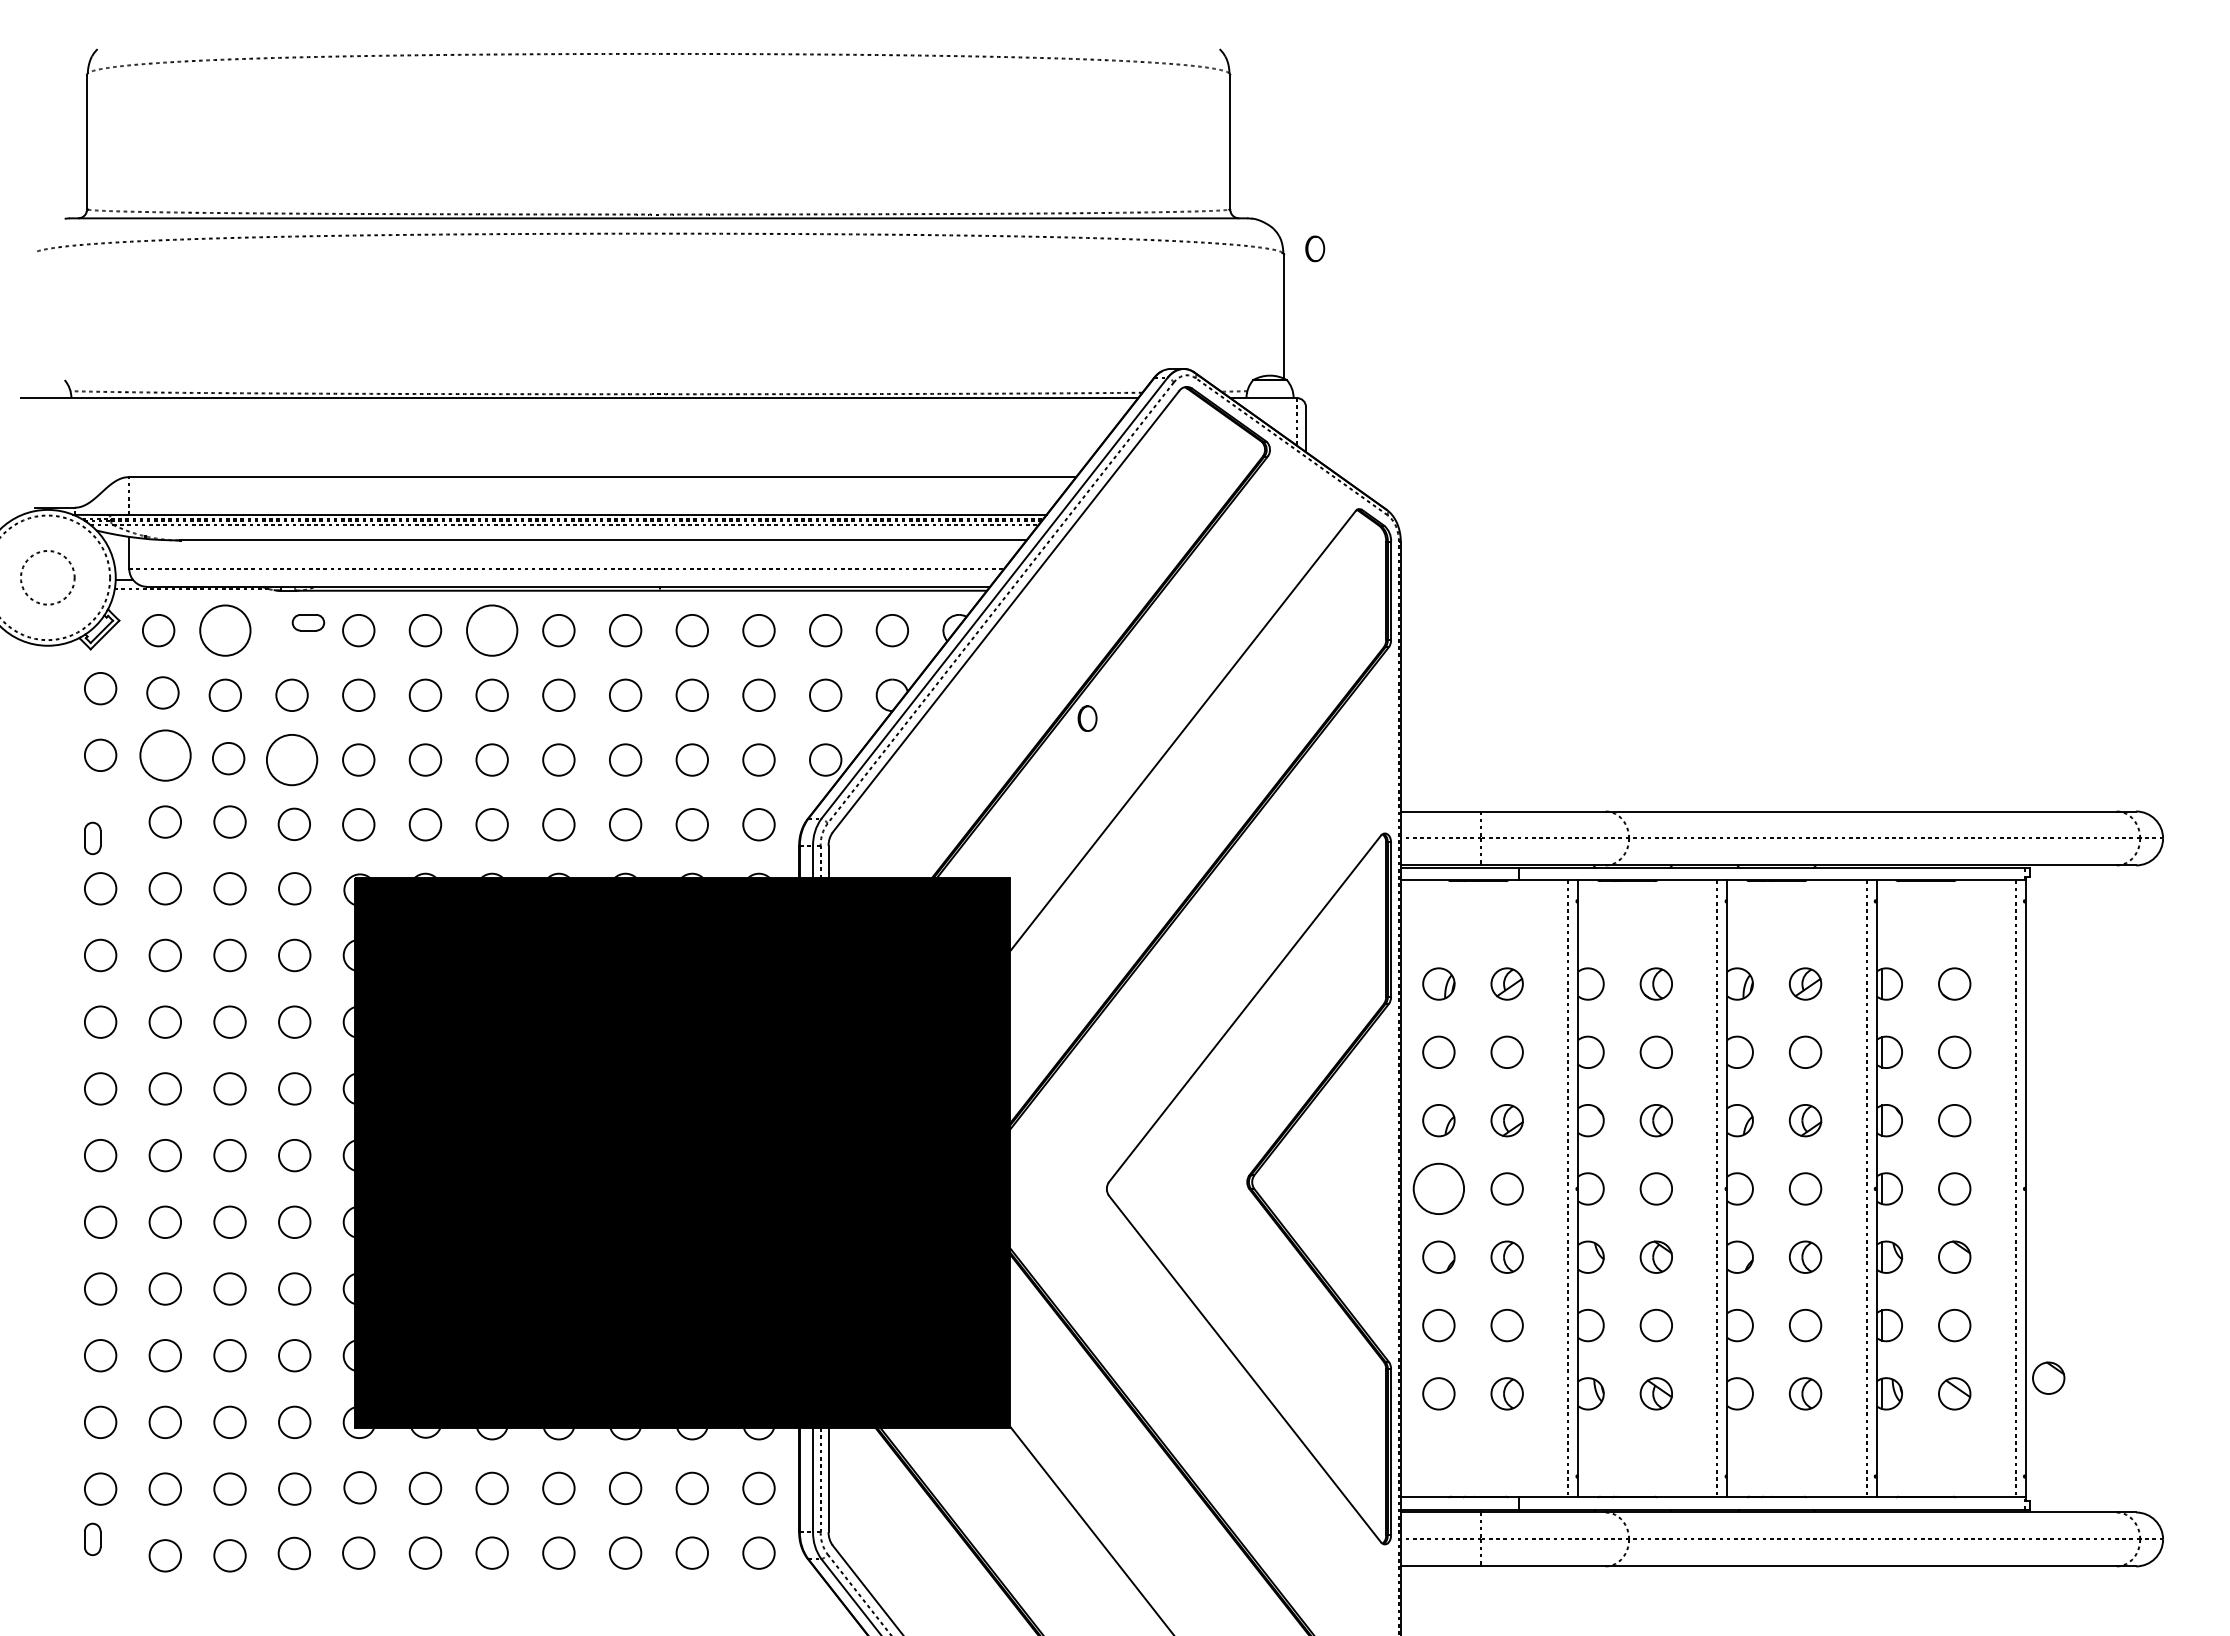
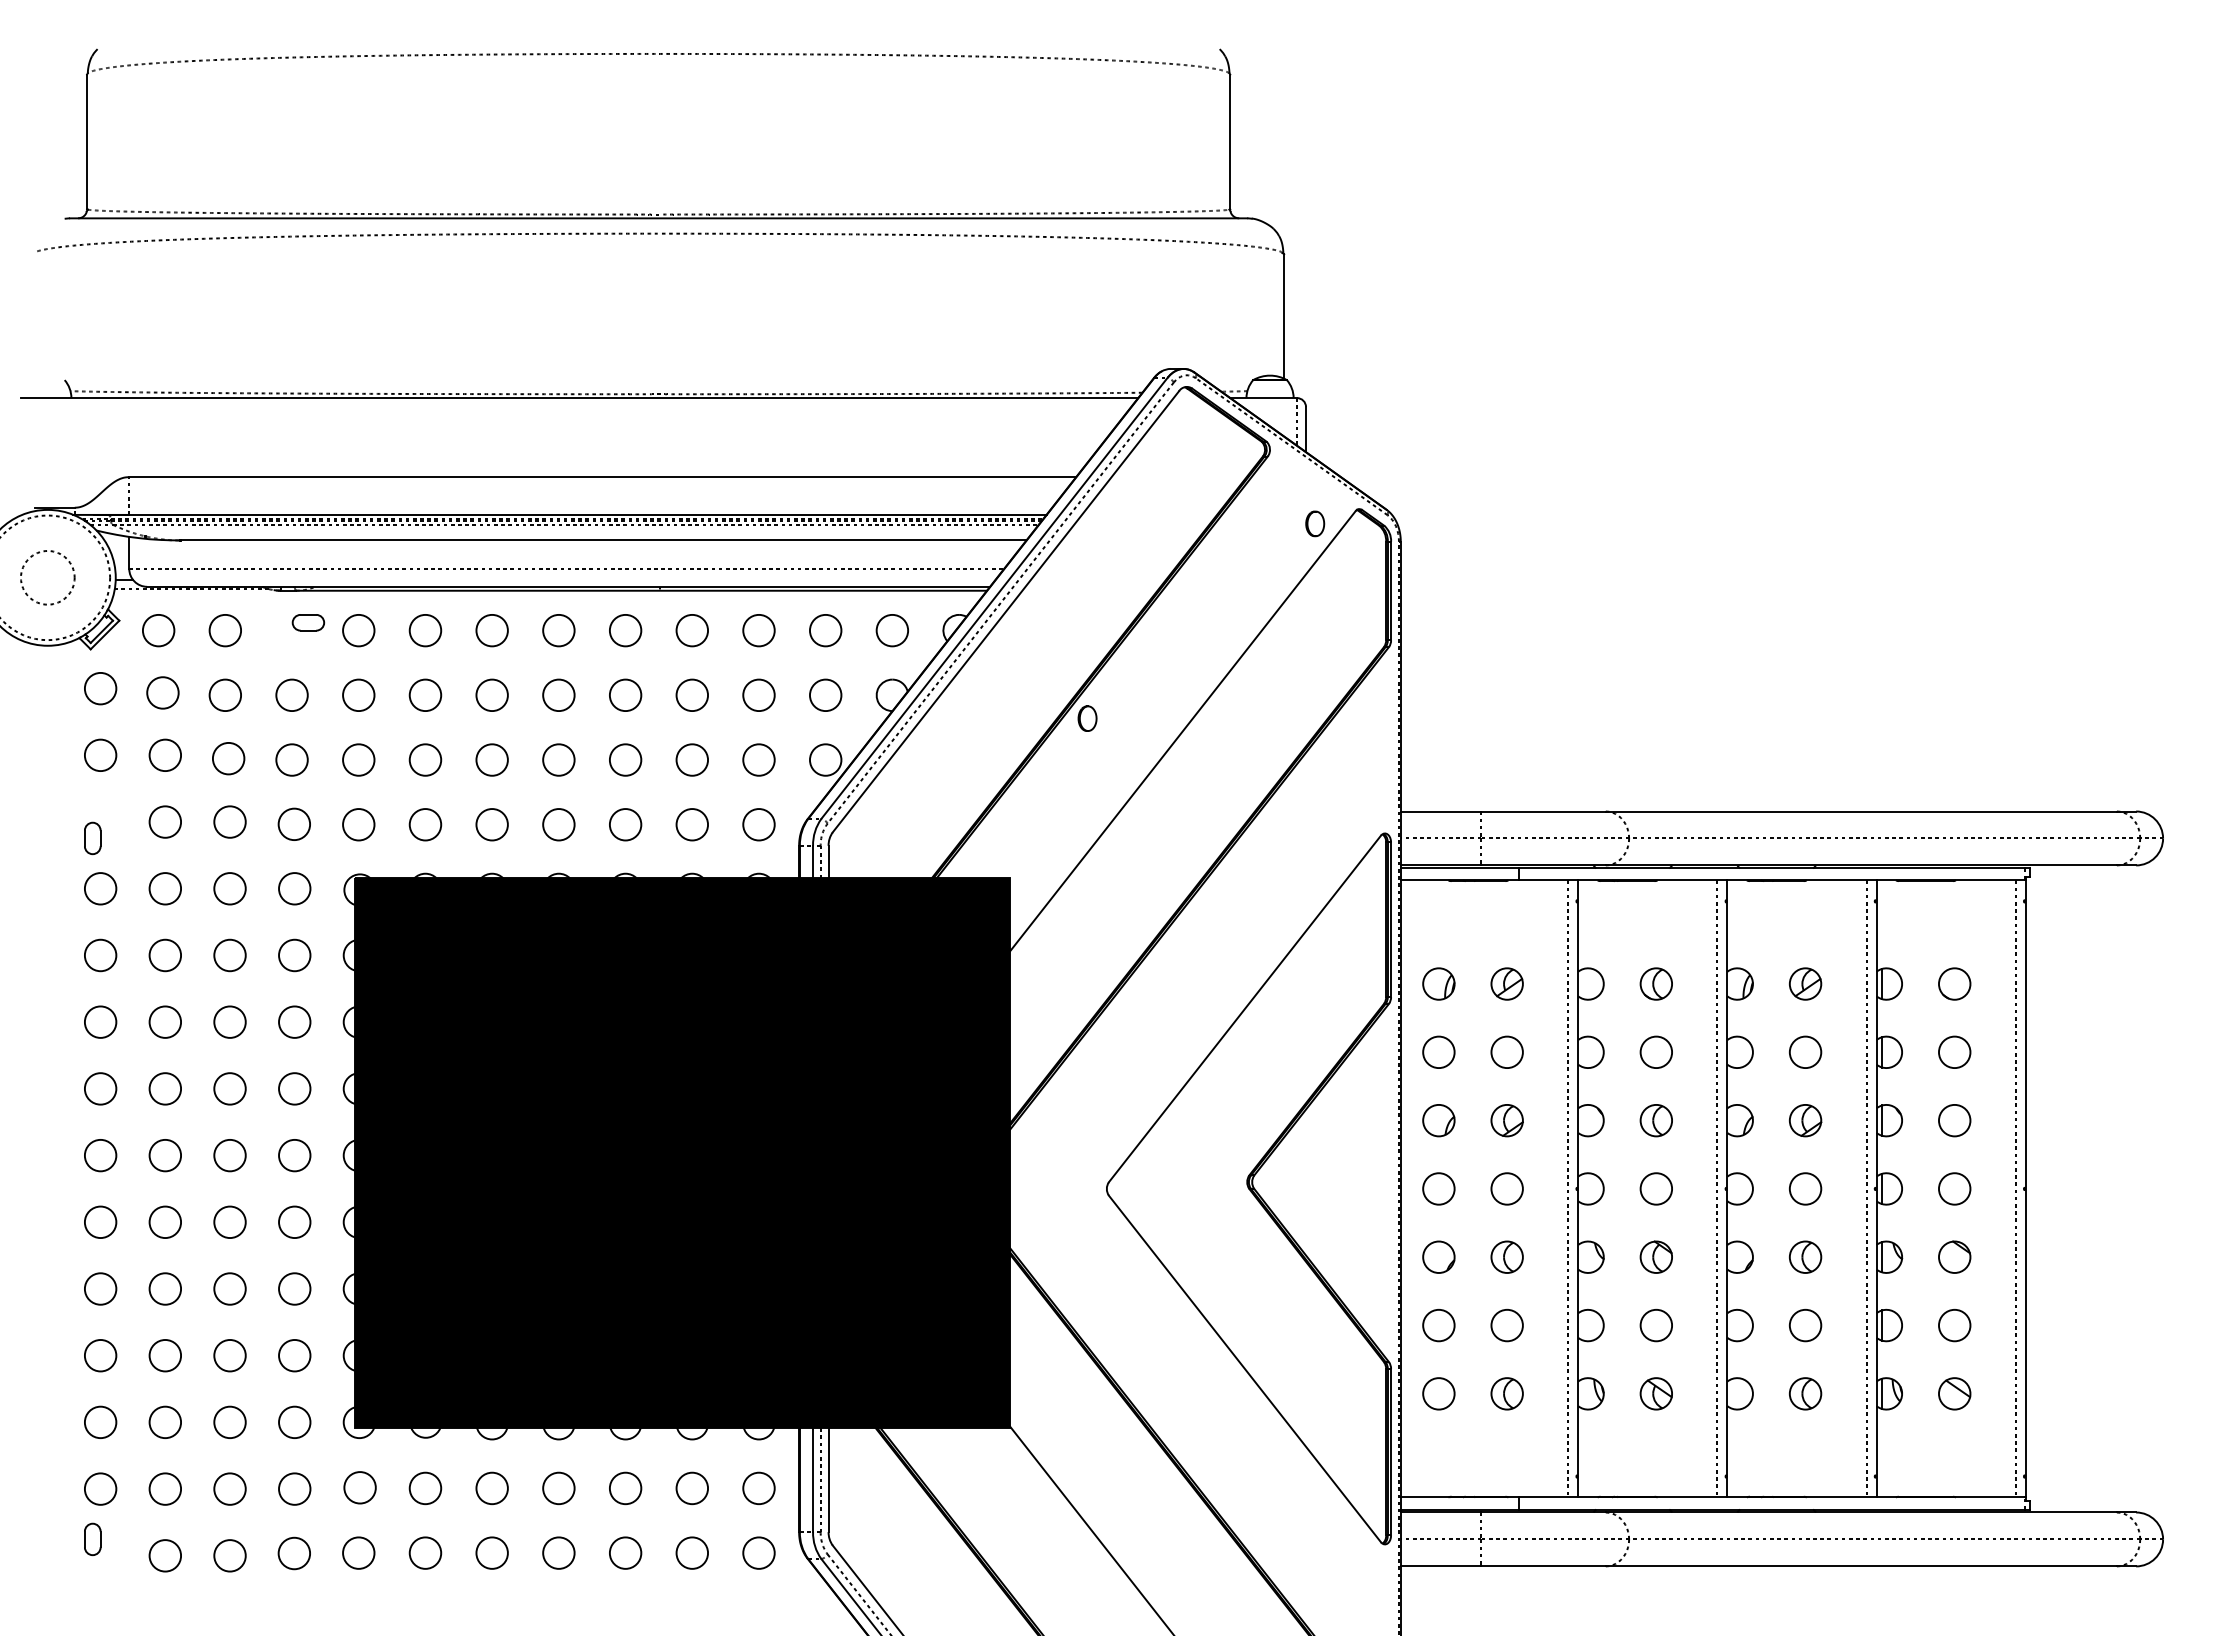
part at (1315, 248) position: (1315, 248) -> (1315, 523)
circle at (225, 630) diameter: 50 px -> 31 px
circle at (492, 630) diameter: 50 px -> 31 px
circle at (165, 755) size: 53x53 px -> 34x34 px
circle at (291, 759) diameter: 50 px -> 31 px
circle at (1438, 1188) diameter: 50 px -> 31 px
part at (2048, 1377): present -> none
